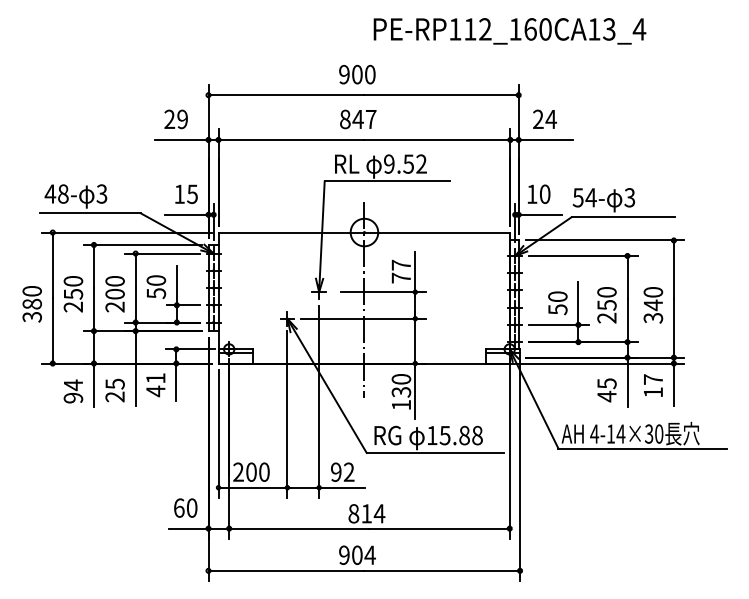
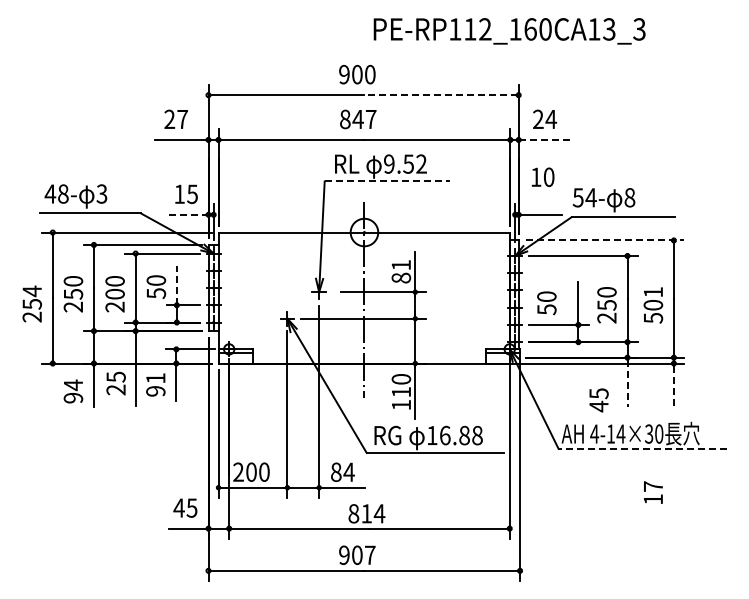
text at (639, 29): PE-RP112_160CA13_4 -> PE-RP112_160CA13_3
line at (440, 95): solid -> dashed
text at (182, 119): 29 -> 27
line at (546, 139): solid -> dashed
line at (387, 181): solid -> dashed
text at (538, 193) position: (538, 193) -> (542, 176)
text at (629, 197): 3 -> 8
line at (186, 214): solid -> dashed
line at (605, 240): solid -> dashed
text at (401, 271): 77 -> 81
line at (176, 284): solid -> dashed
text at (31, 303): 380 -> 254
text at (557, 303) position: (557, 303) -> (546, 303)
text at (653, 304): 340 -> 501
line at (627, 383): solid -> dashed
text at (653, 385) position: (653, 385) -> (653, 492)
line at (673, 386): solid -> dashed
text at (114, 390) position: (114, 390) -> (115, 383)
text at (606, 390) position: (606, 390) -> (598, 400)
text at (155, 391): 41 -> 91
text at (401, 392): 130 -> 110
text at (444, 435): 15.88 -> 16.88
line at (641, 448): solid -> dashed
text at (342, 471): 92 -> 84
text at (185, 507): 60 -> 45
text at (369, 554): 904 -> 907
